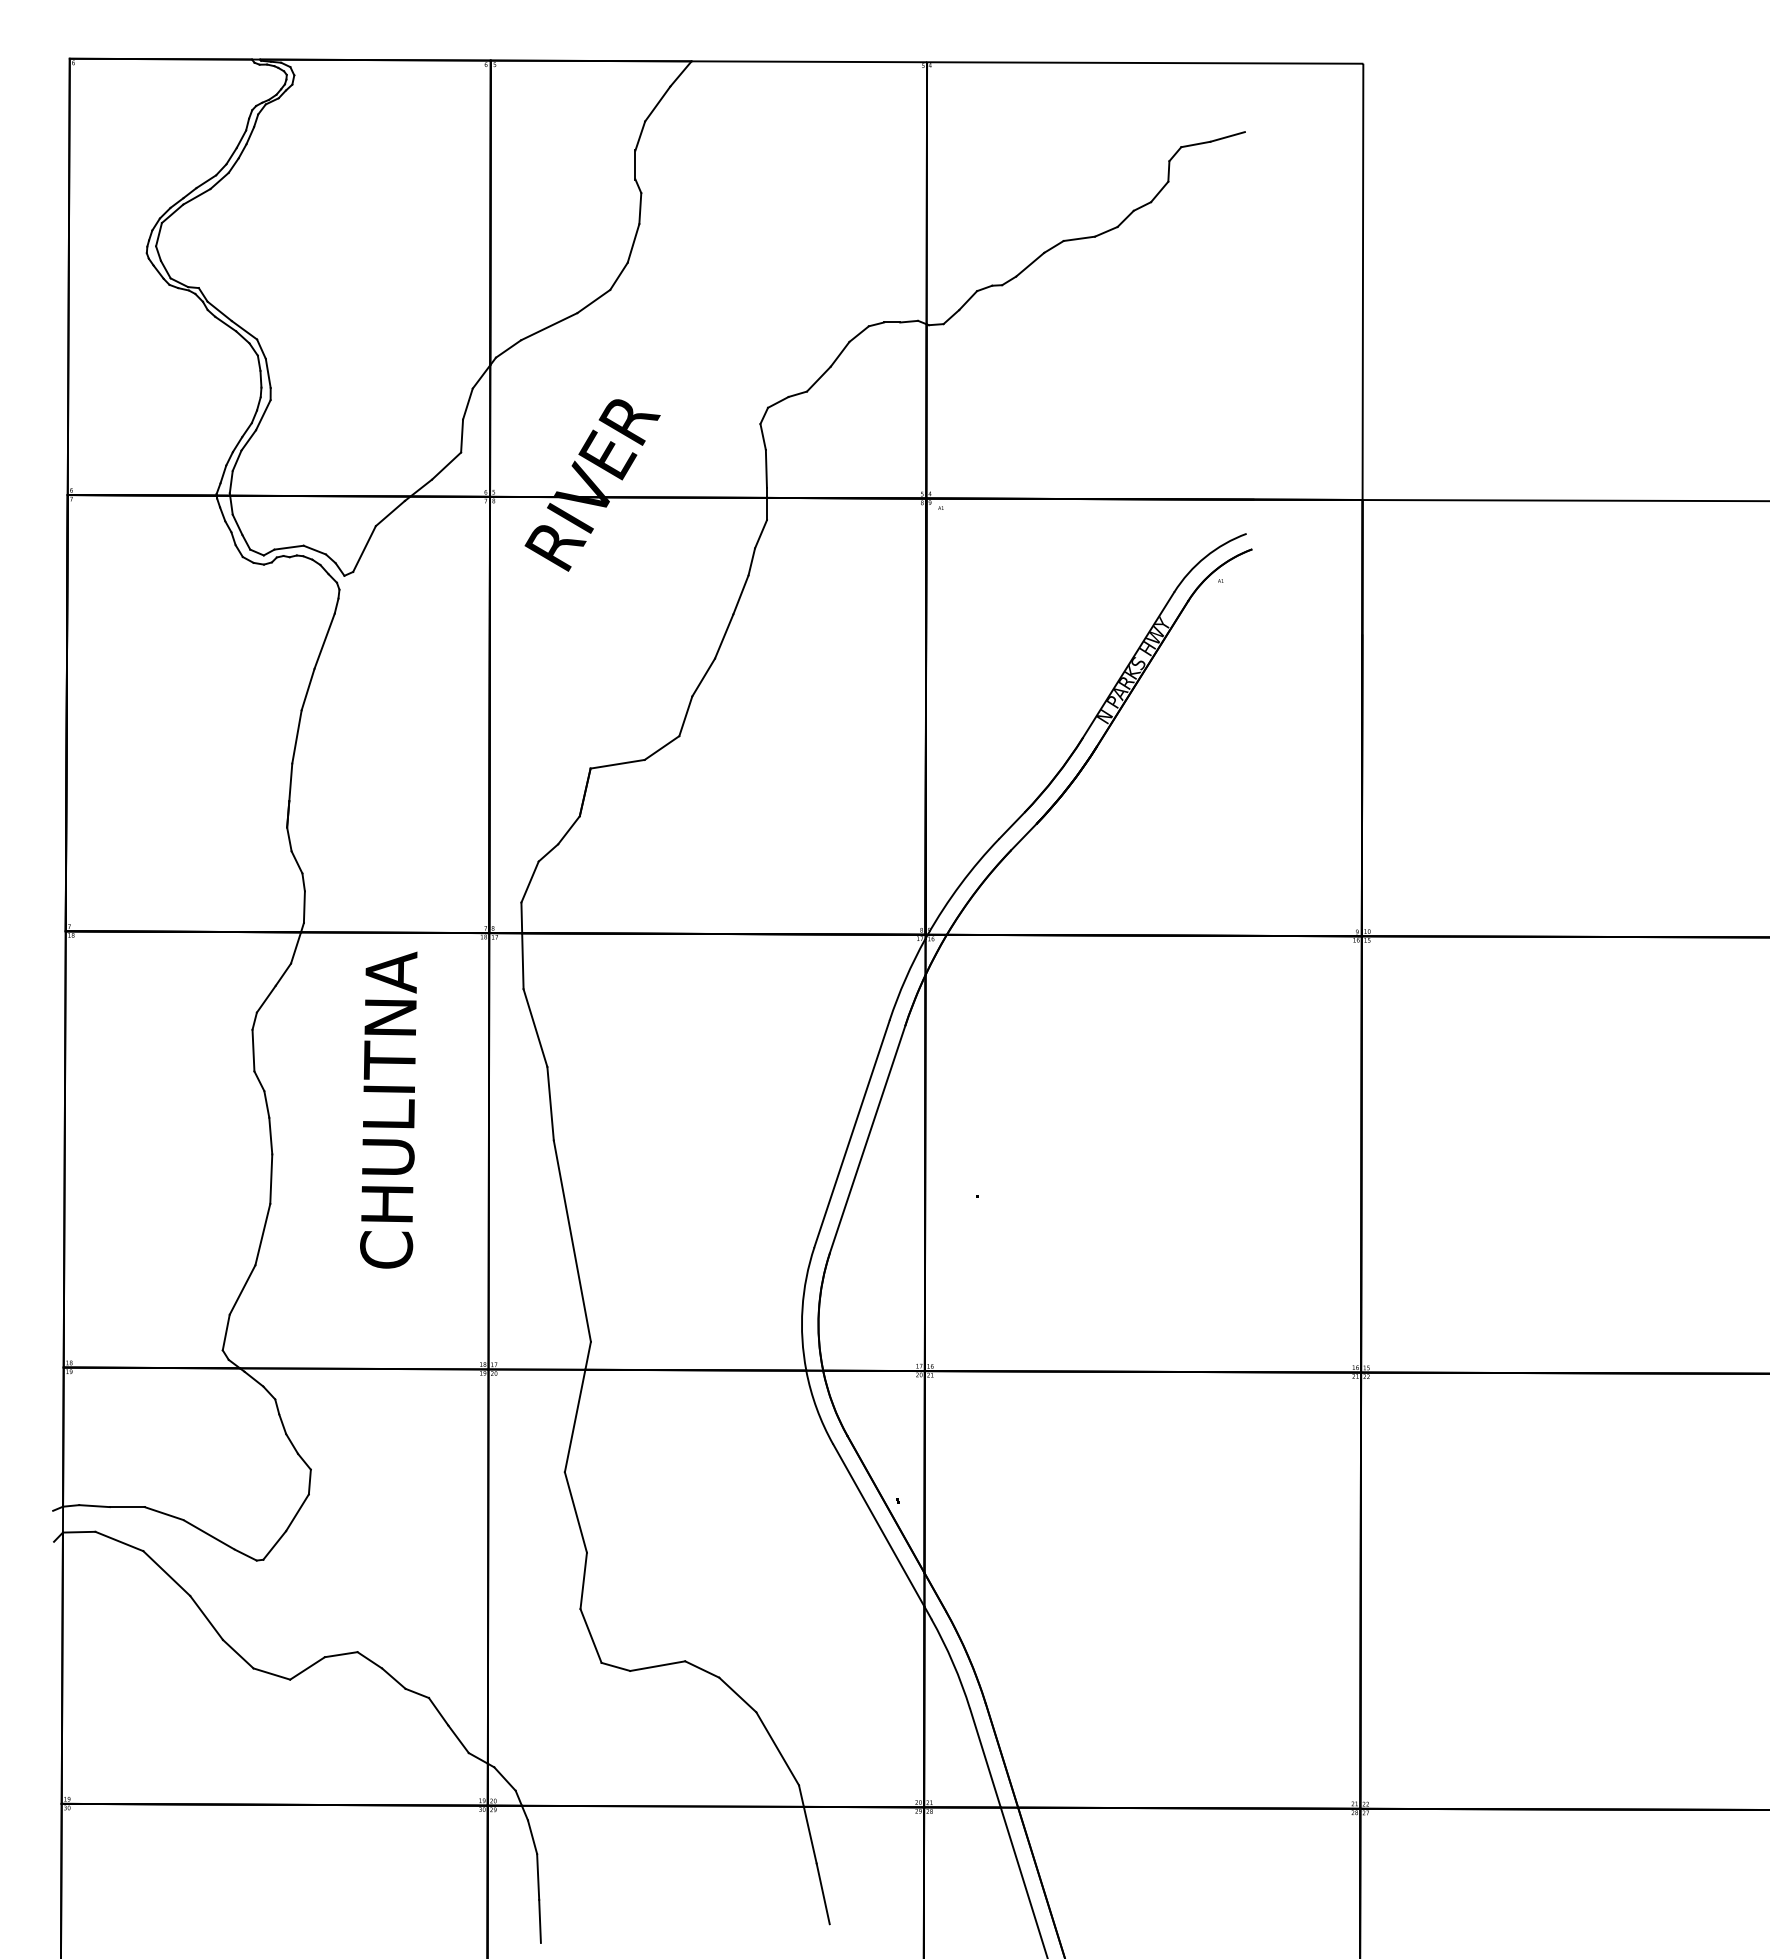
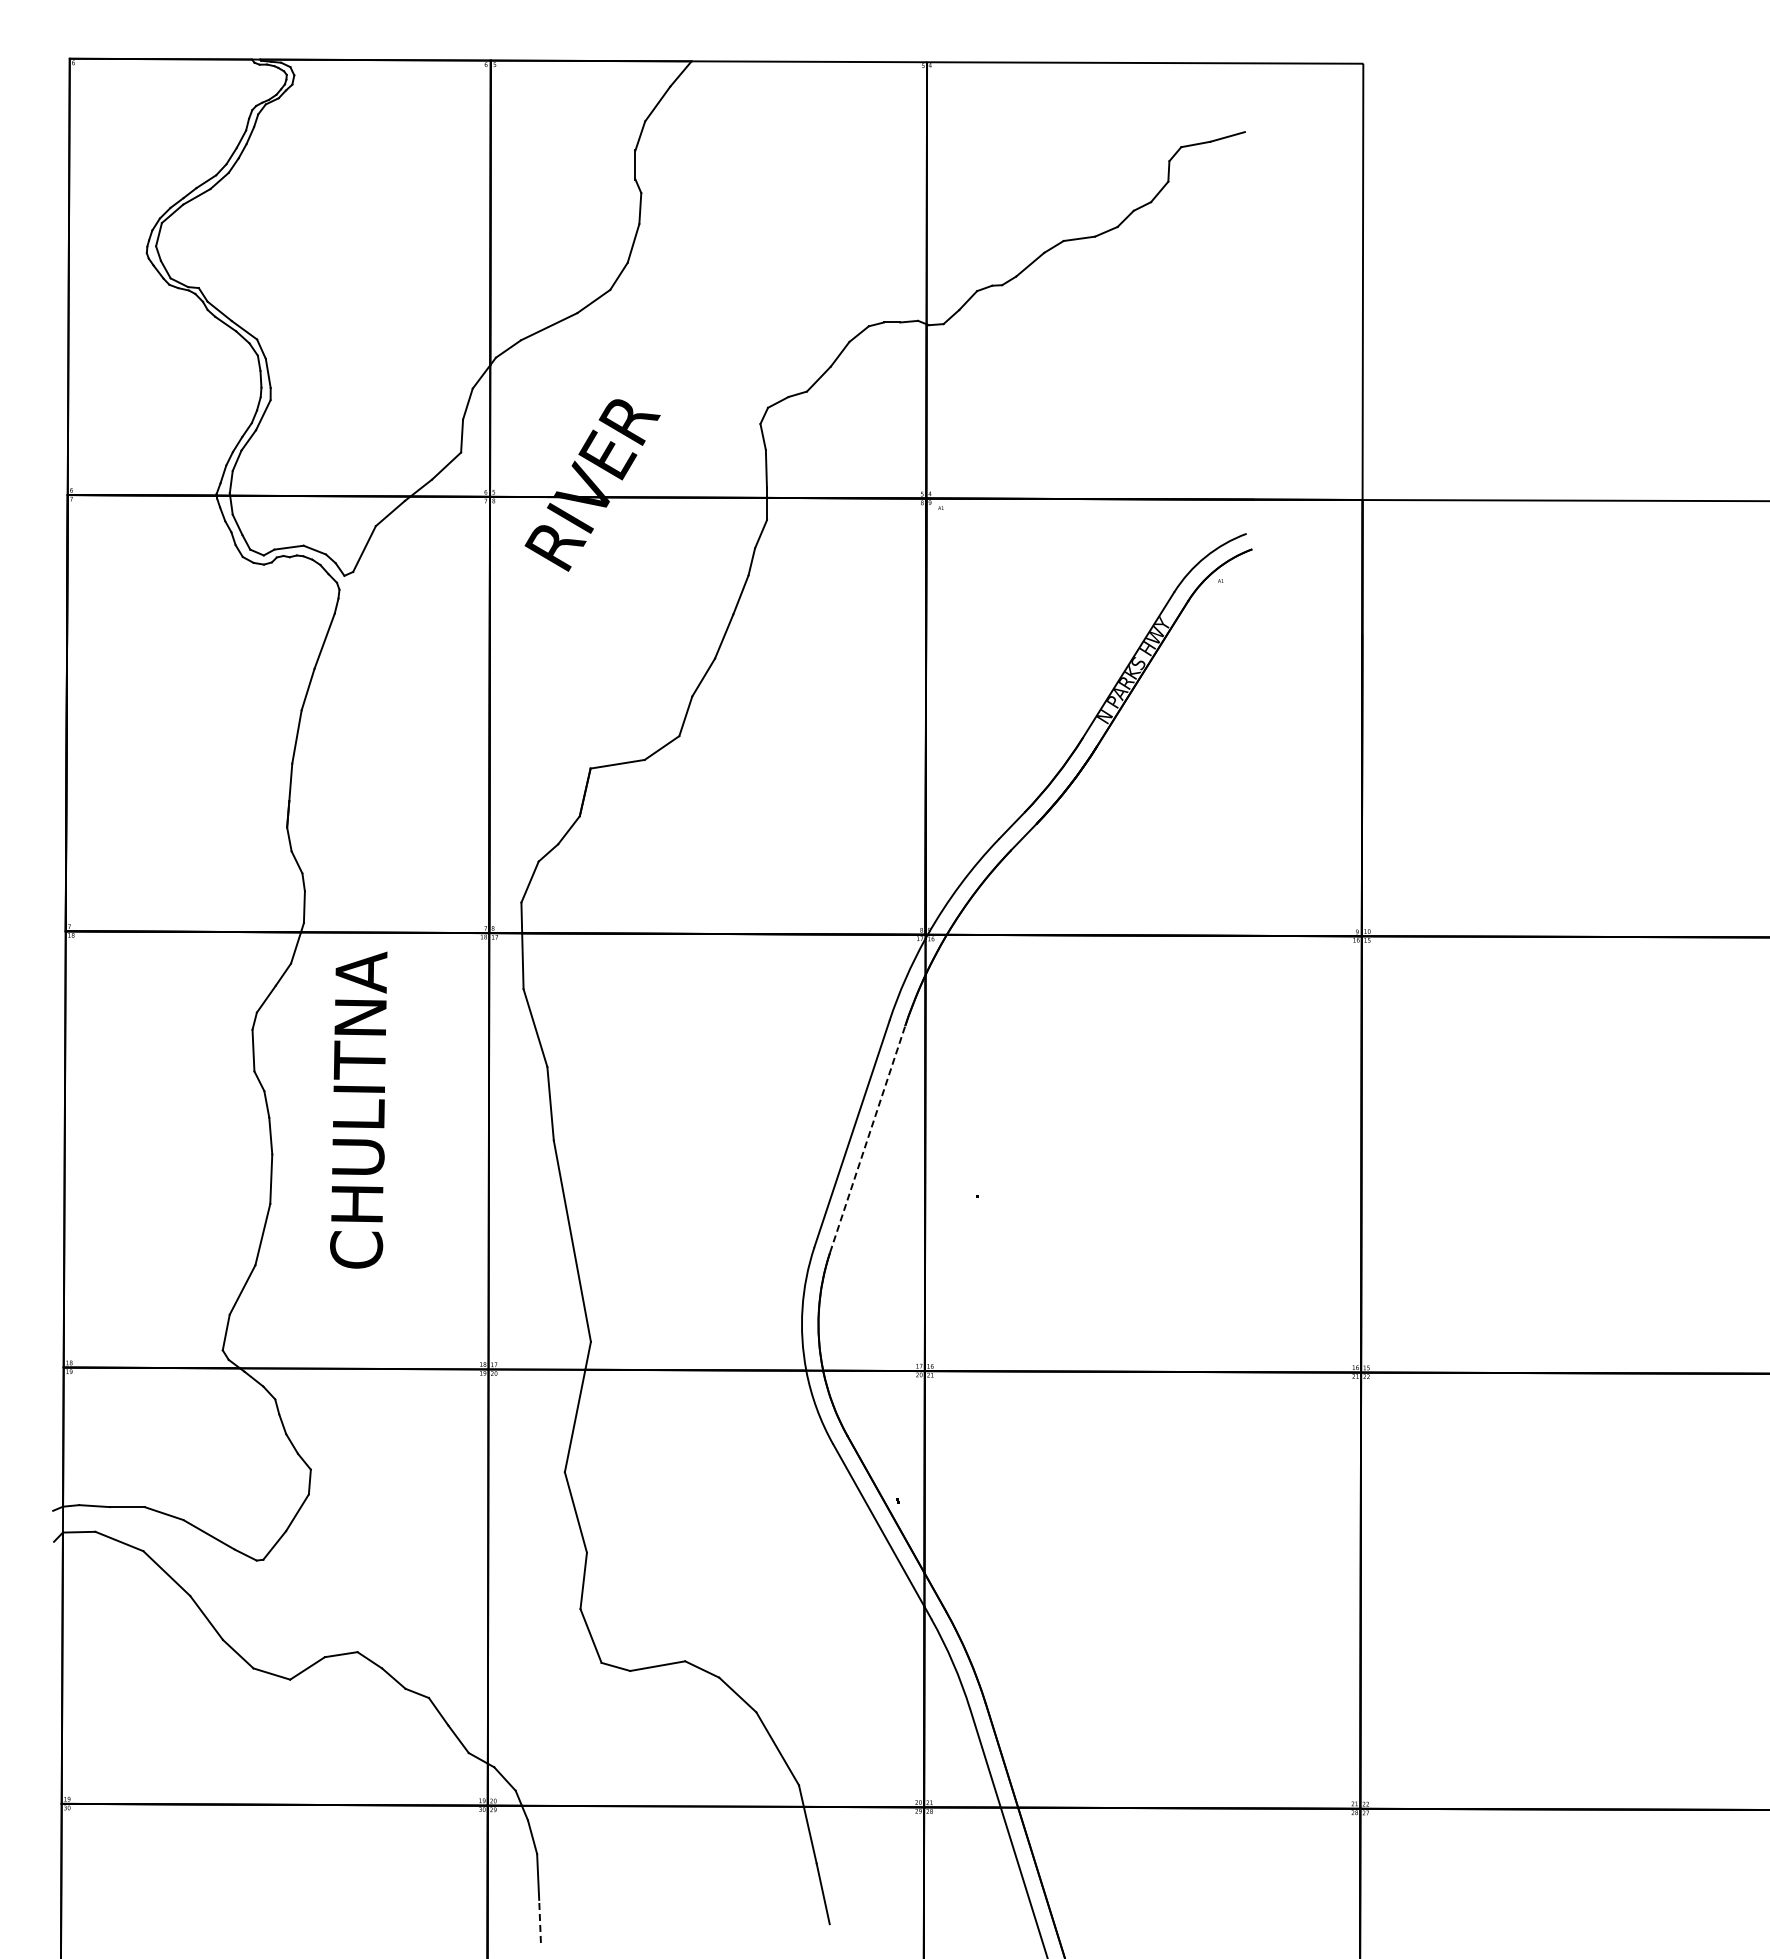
text at (388, 1109) position: (388, 1109) -> (358, 1109)
line at (867, 1138): solid -> dashed
line at (540, 1921): solid -> dashed
